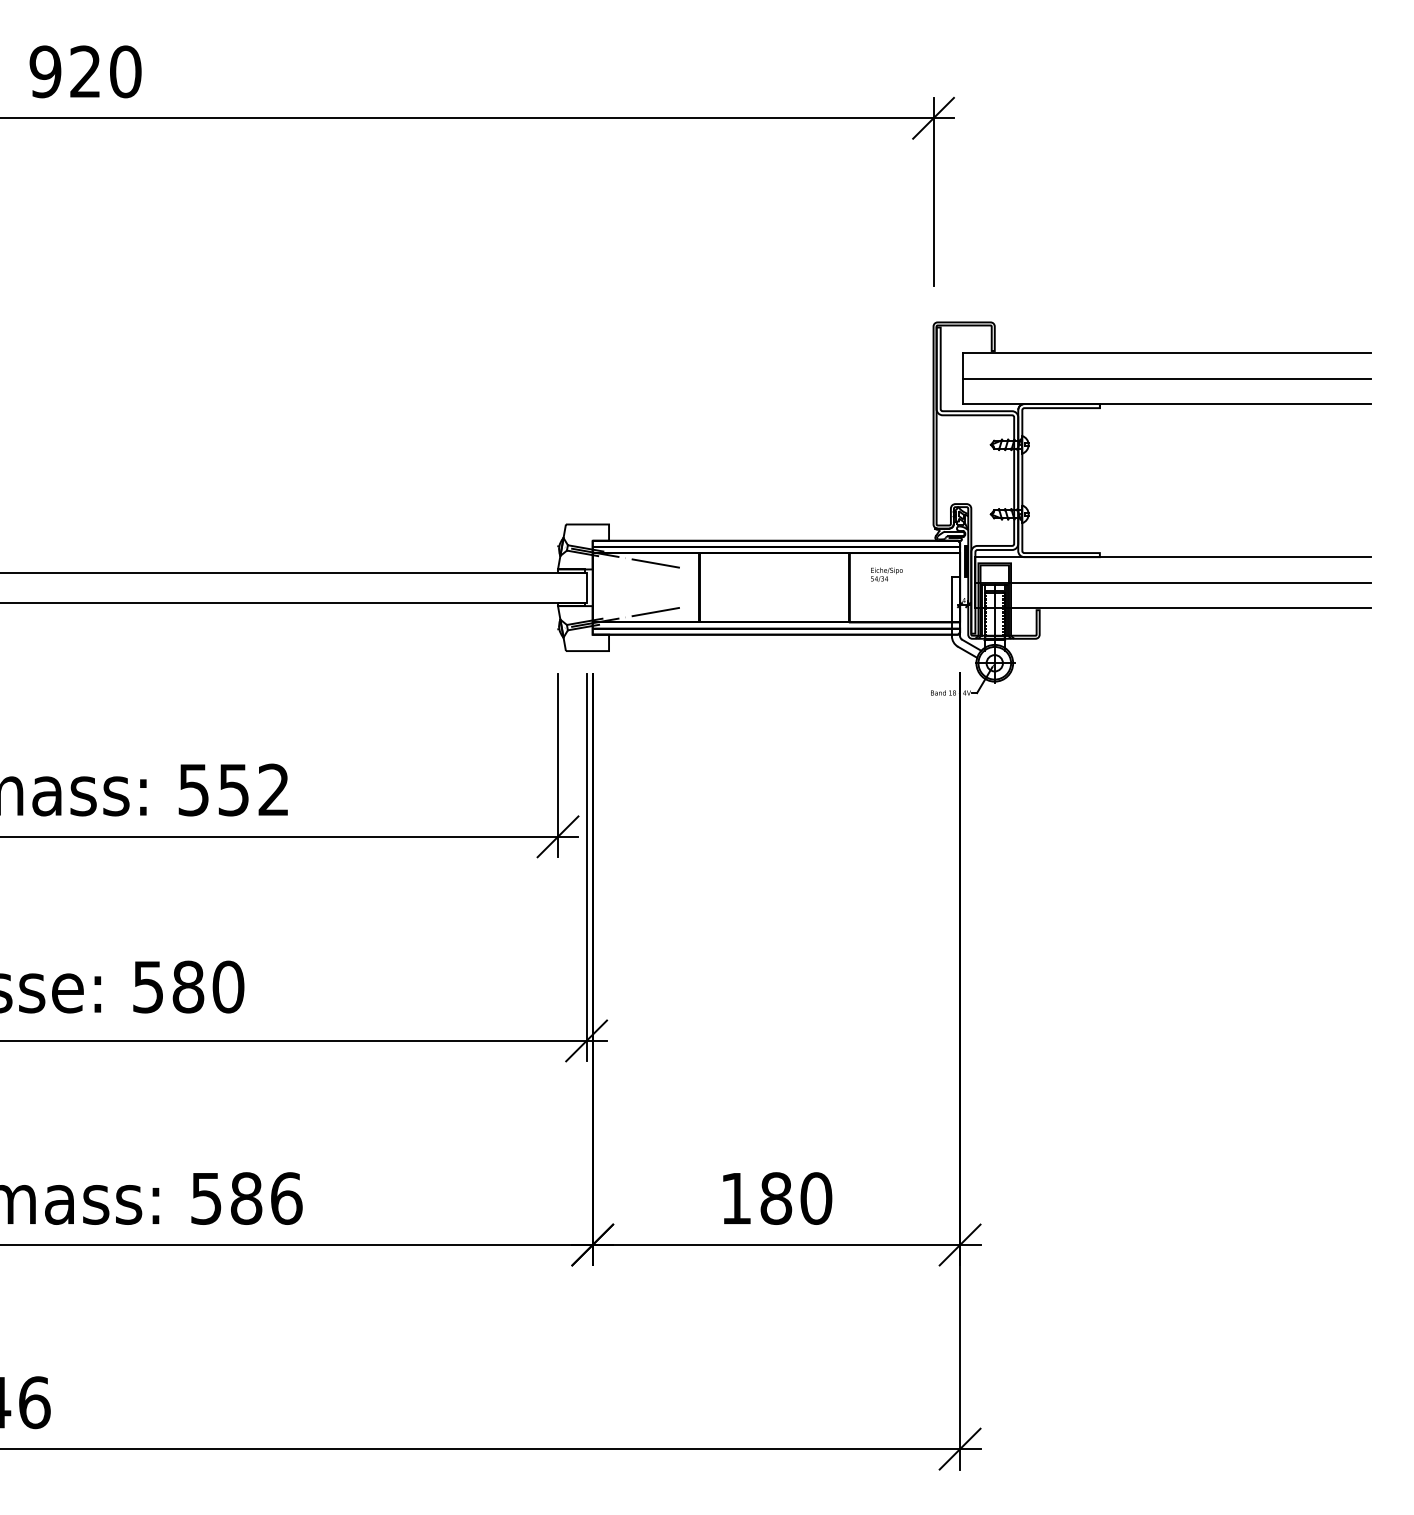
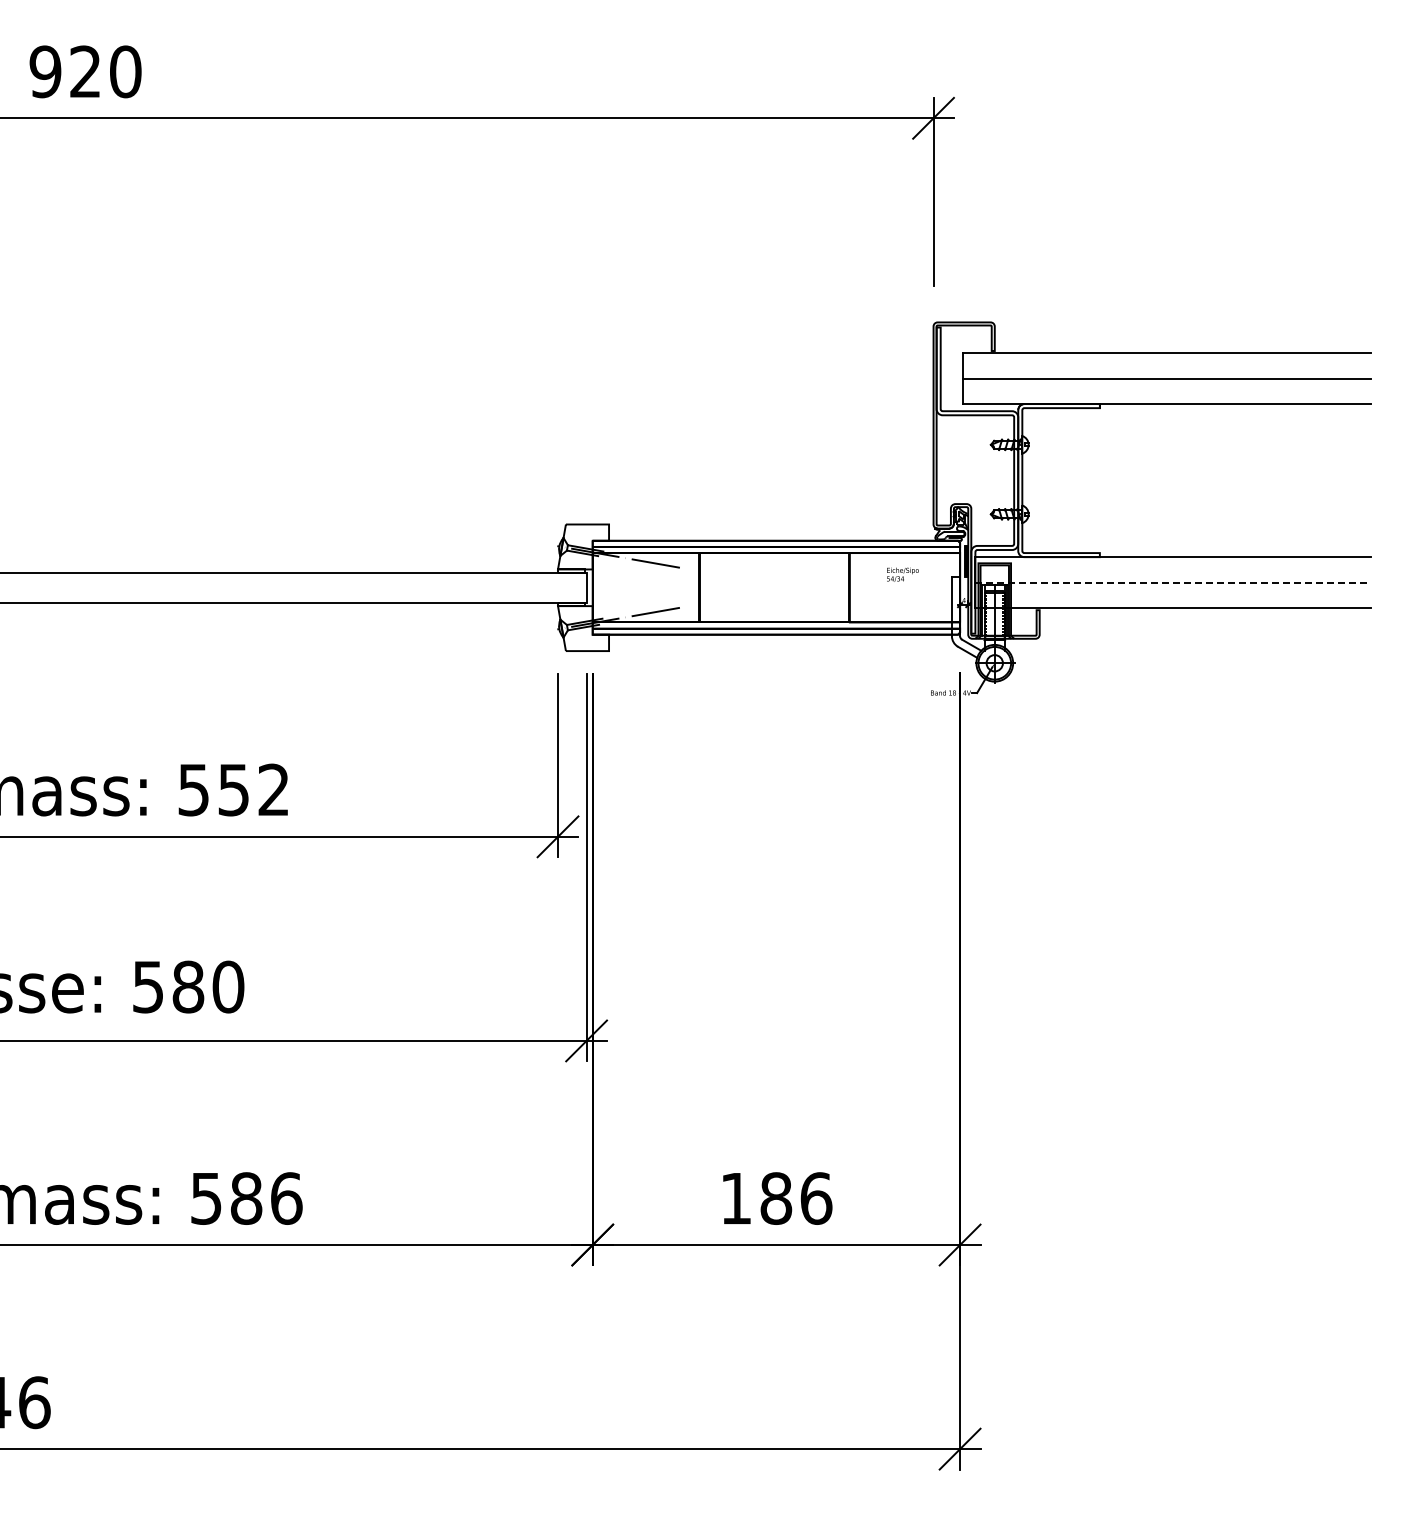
text at (886, 574) position: (886, 574) -> (902, 574)
line at (1173, 582): solid -> dashed
text at (816, 1198): 180 -> 186
